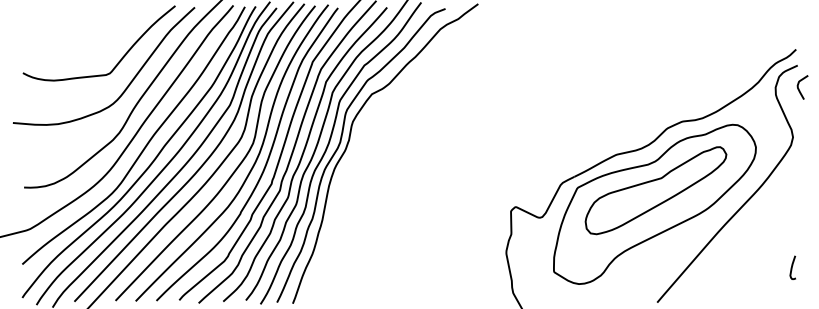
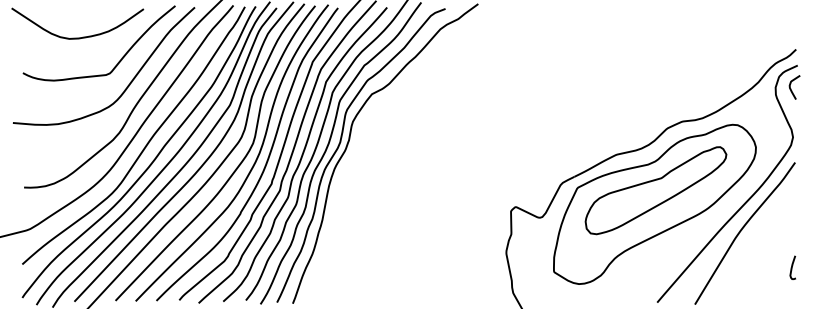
curve at (82, 36): none -> present
curve at (799, 88) position: (799, 88) -> (791, 88)
curve at (742, 230): none -> present
